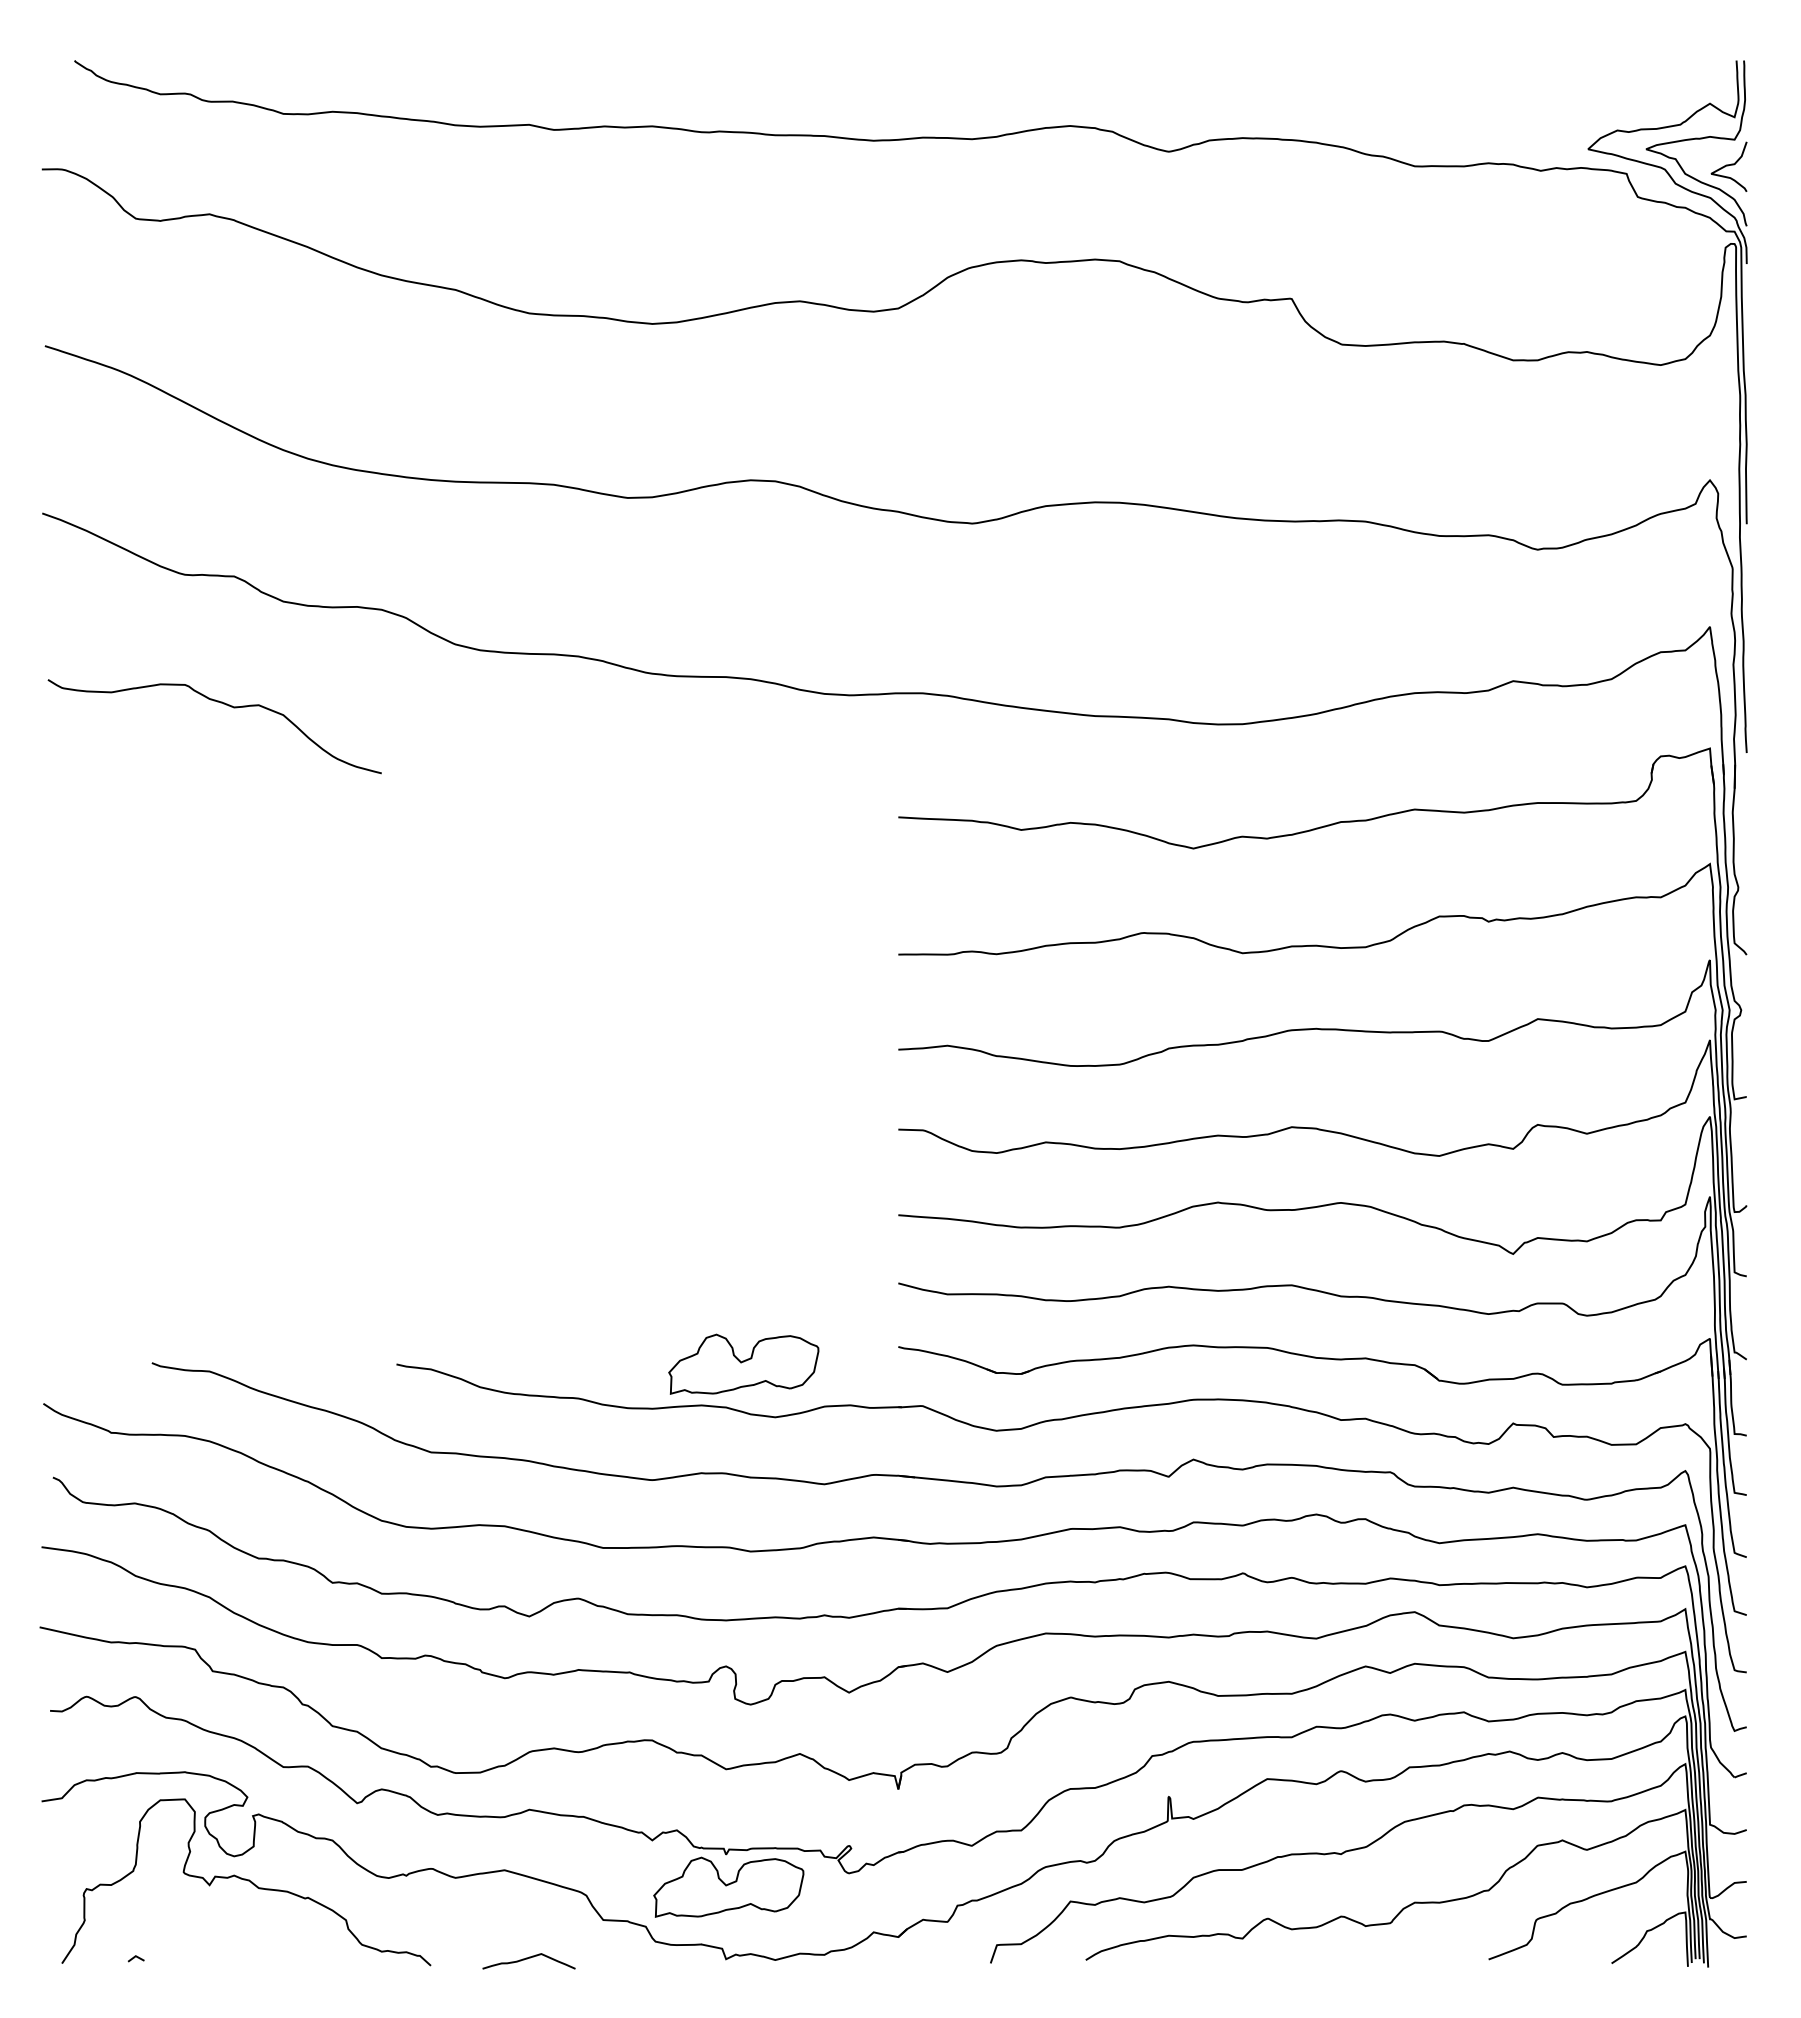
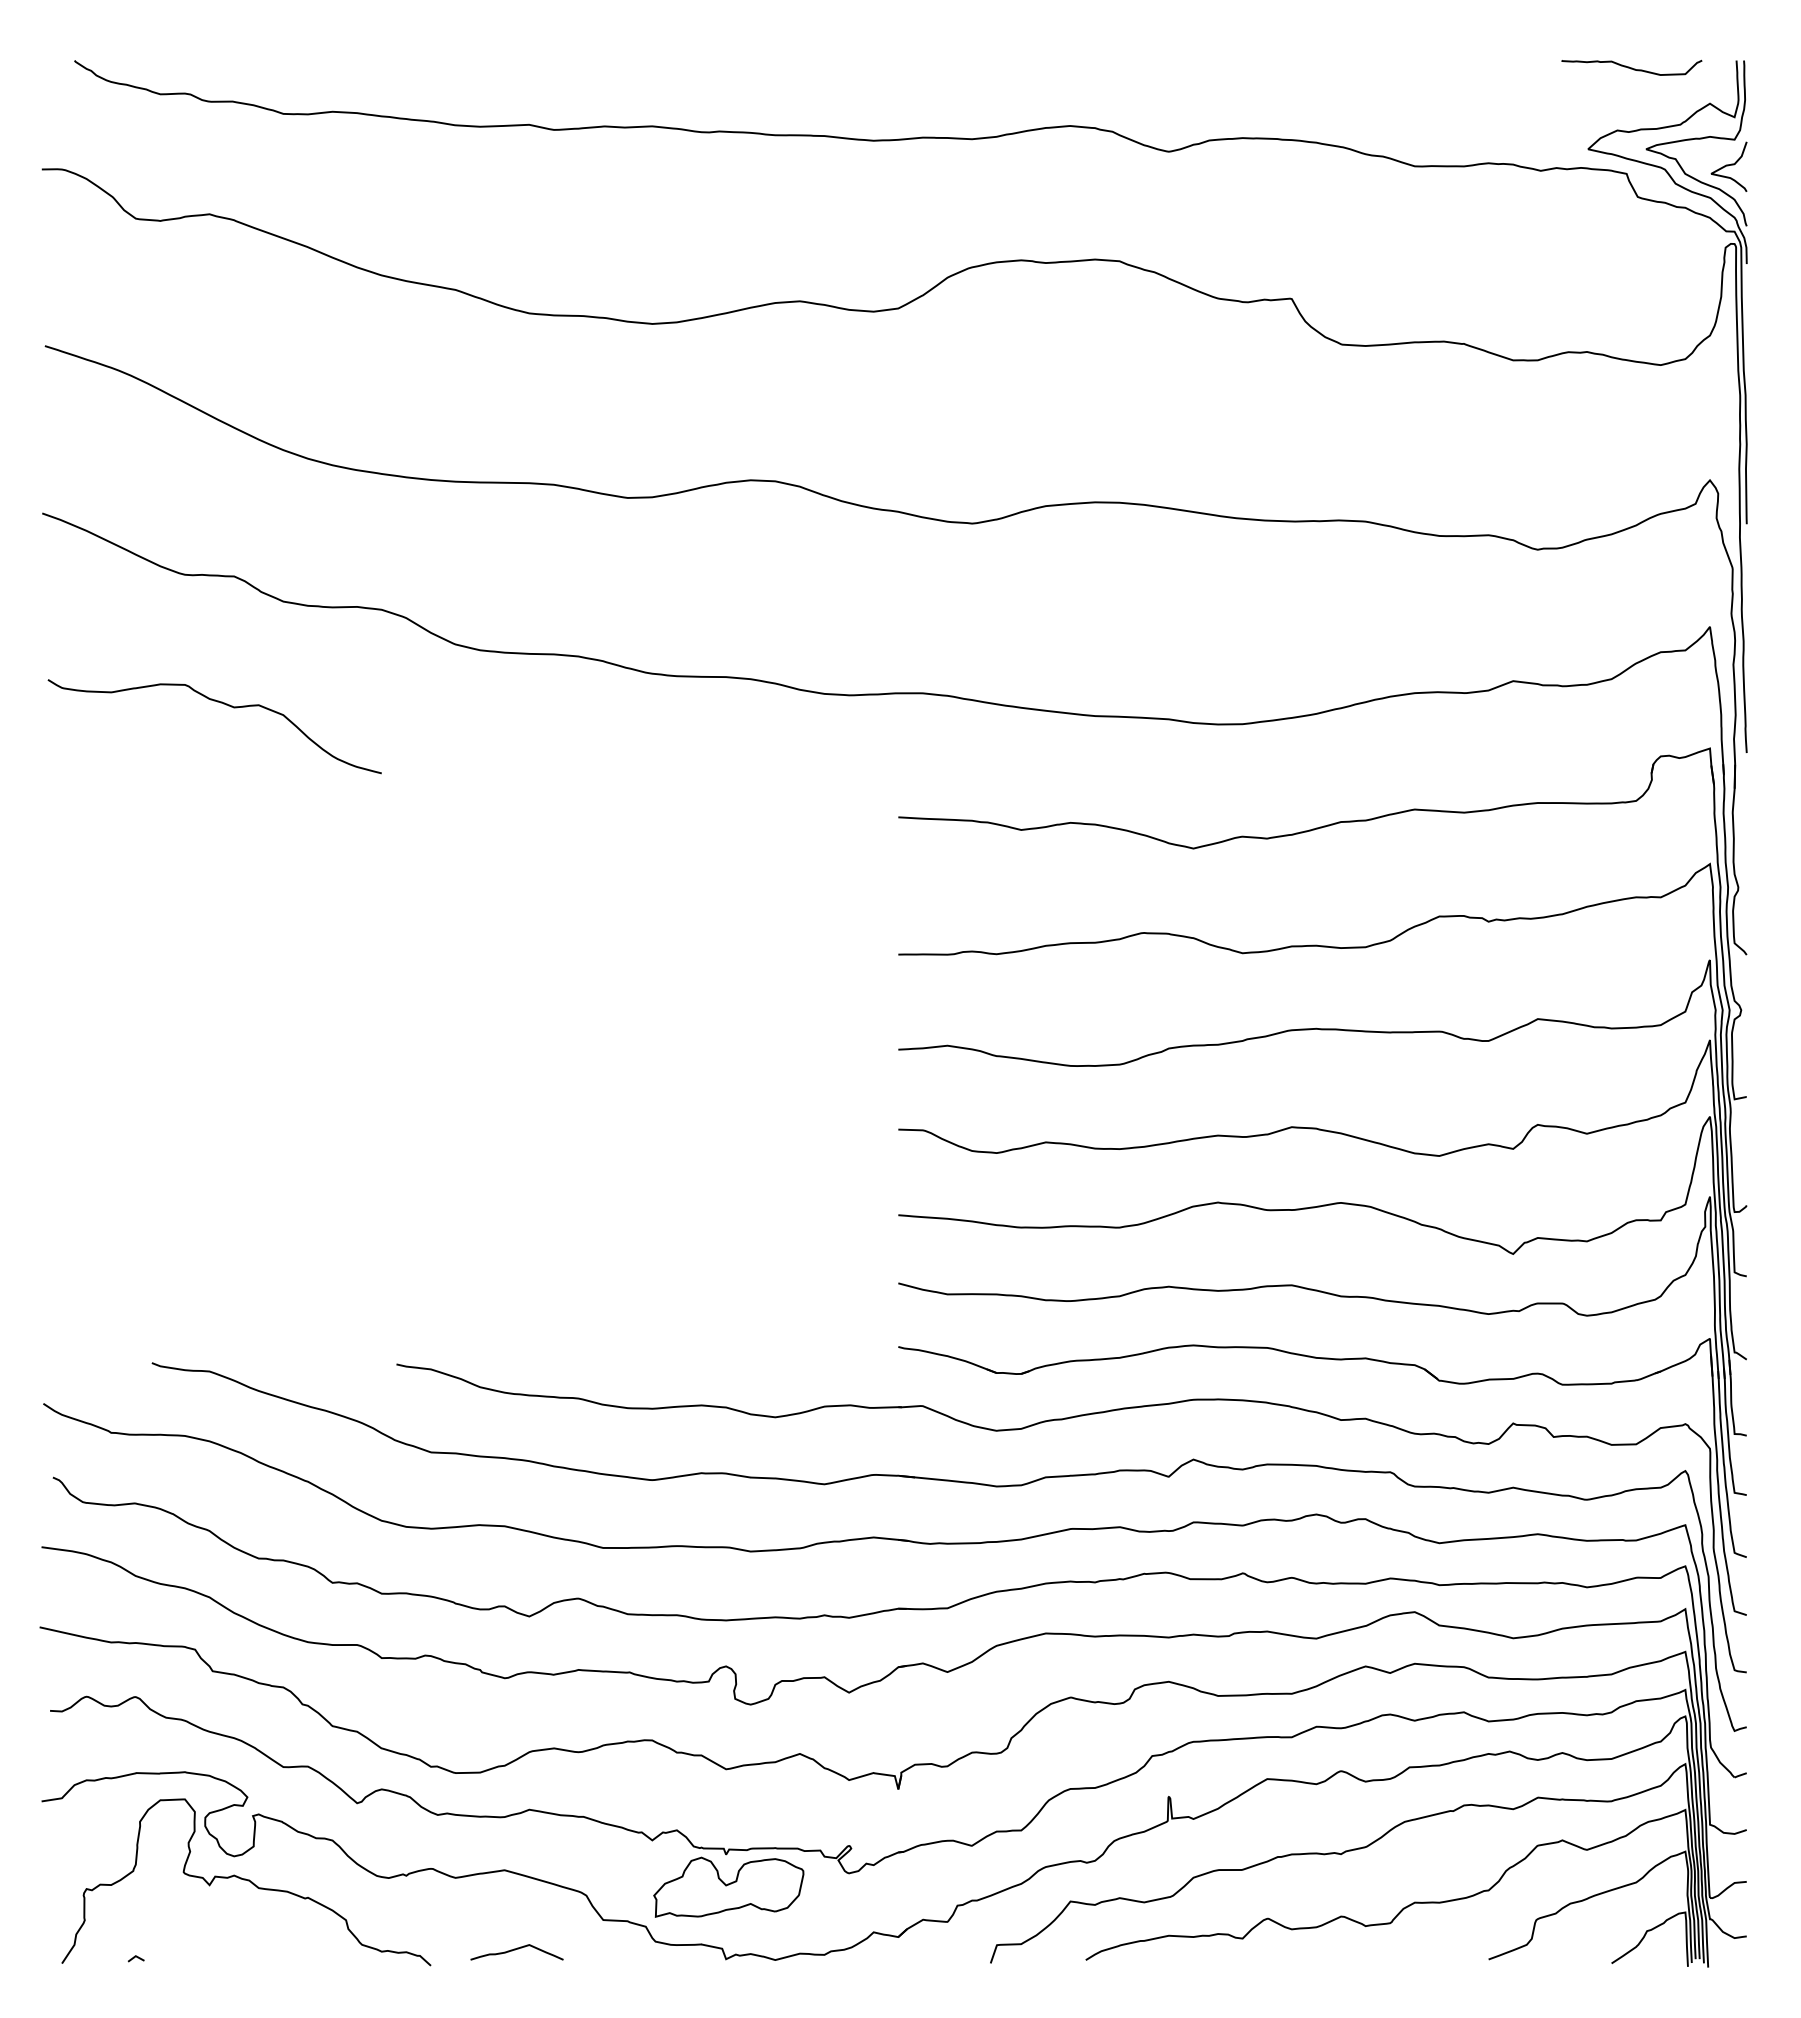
curve at (1631, 67): none -> present
part at (743, 1363): present -> none
curve at (527, 1959) position: (527, 1959) -> (515, 1950)
